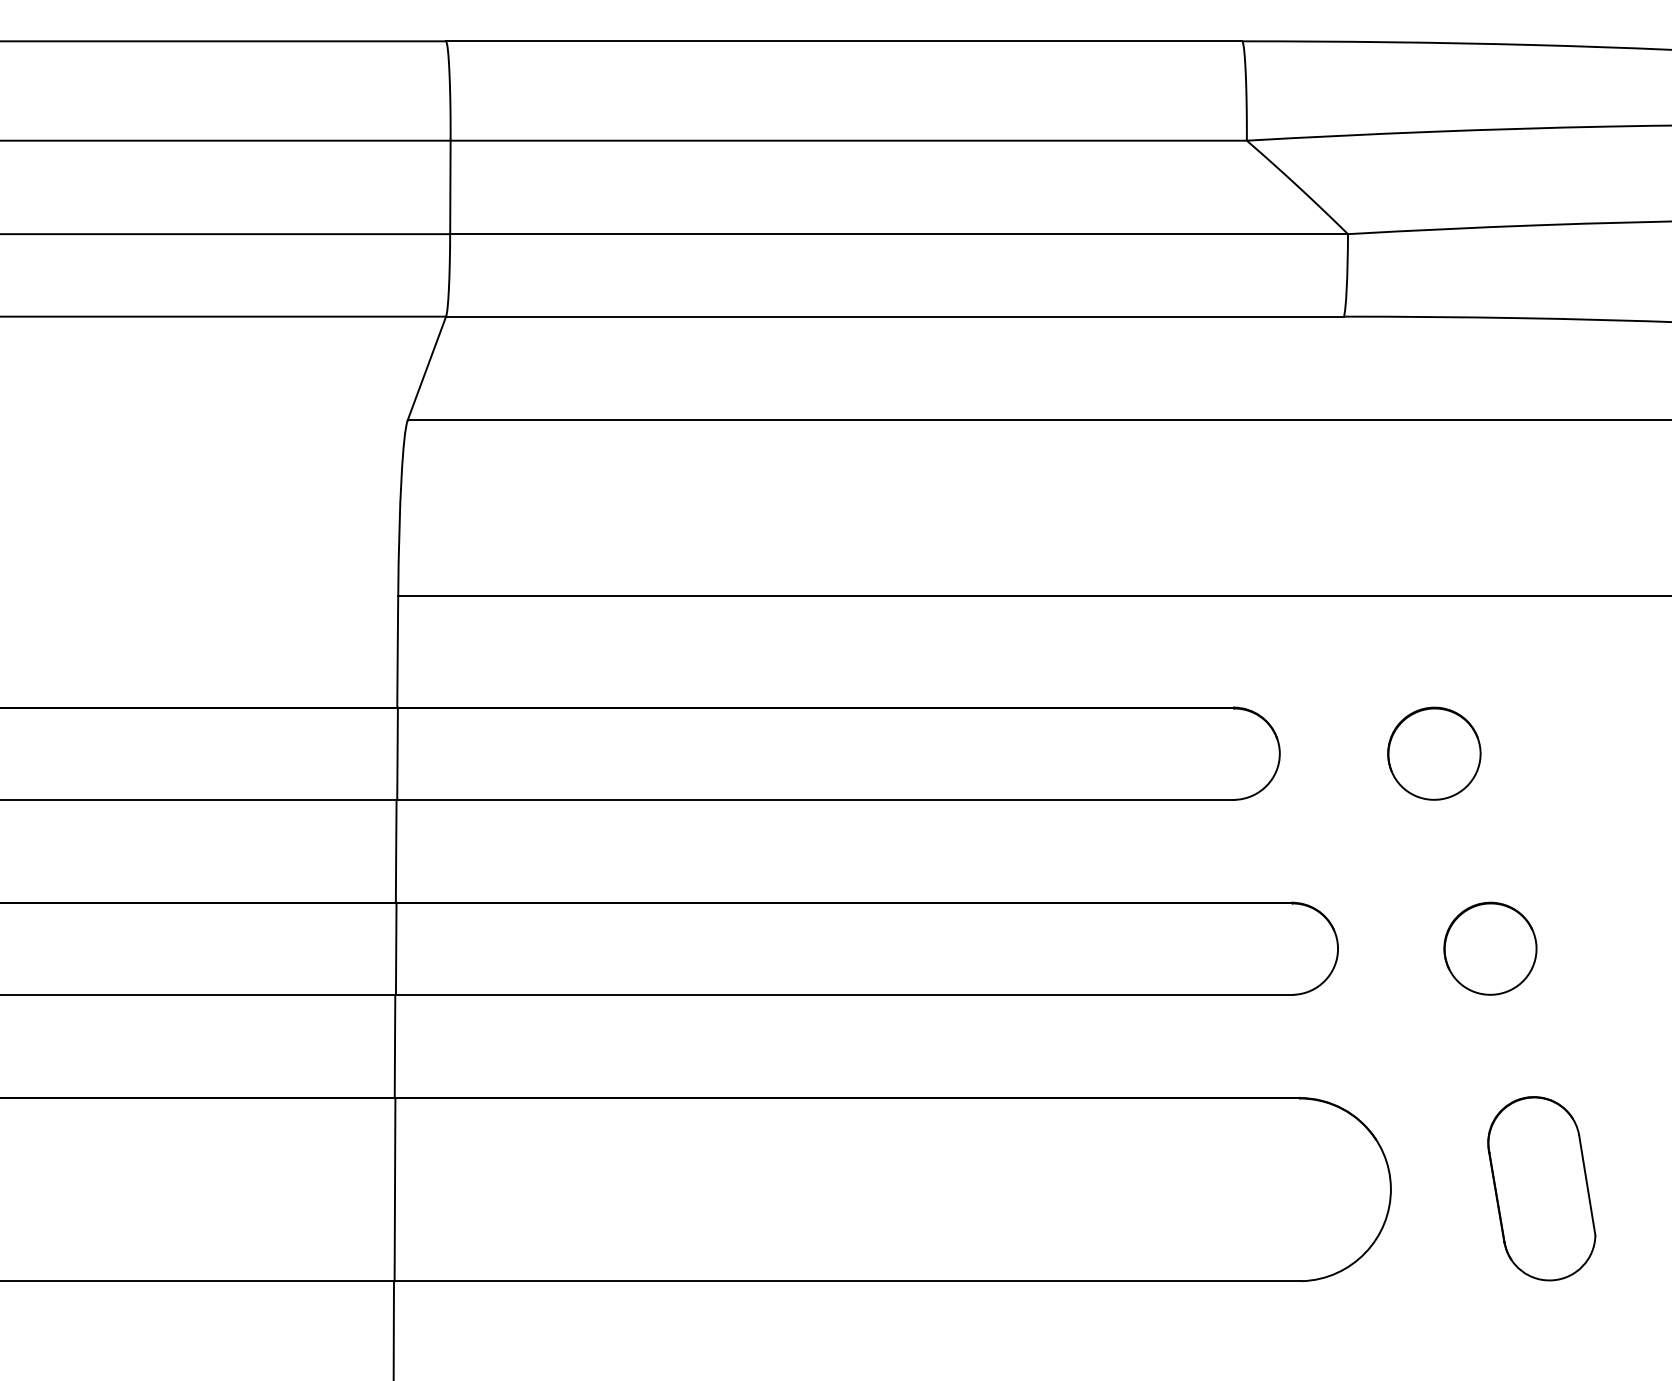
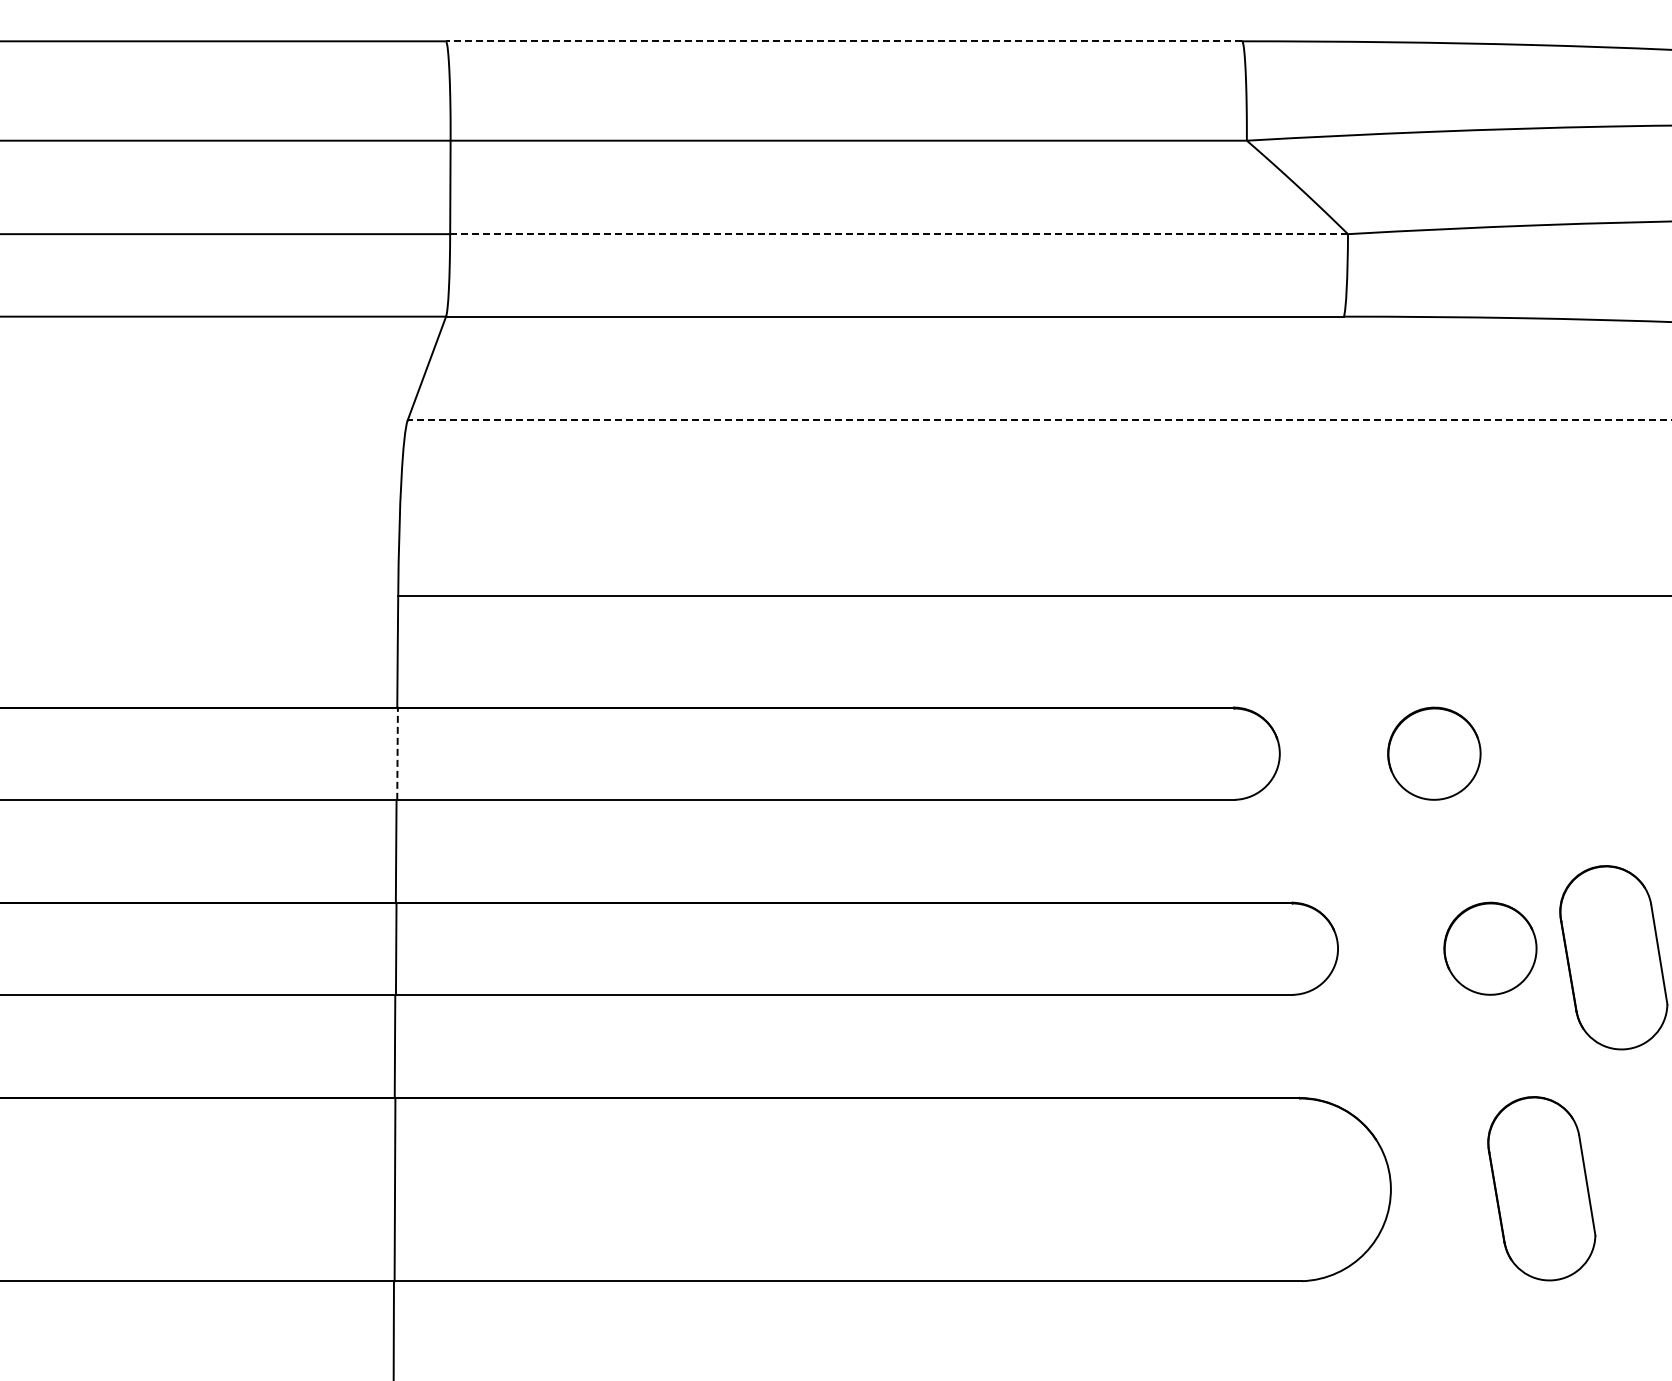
line at (843, 41): solid -> dashed
line at (899, 234): solid -> dashed
line at (1039, 420): solid -> dashed
line at (397, 754): solid -> dashed
part at (1613, 957): none -> present
